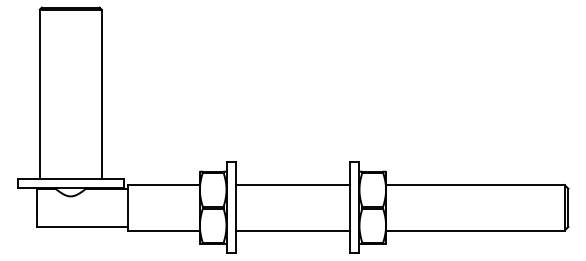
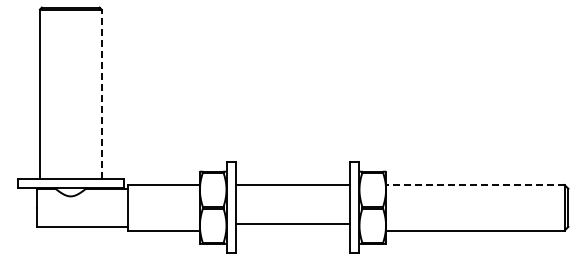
line at (101, 94): solid -> dashed
line at (474, 185): solid -> dashed
line at (292, 230) position: (292, 230) -> (292, 223)
